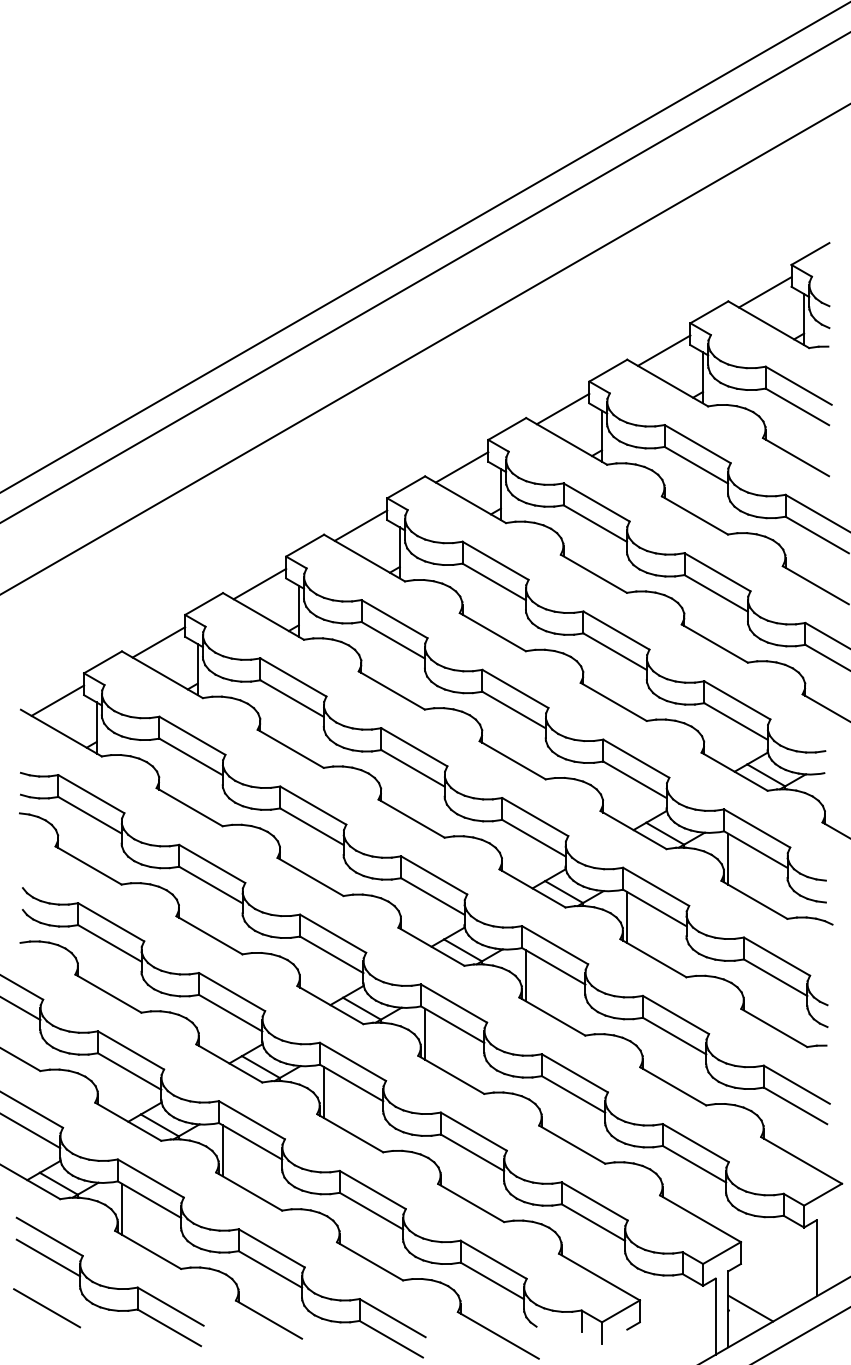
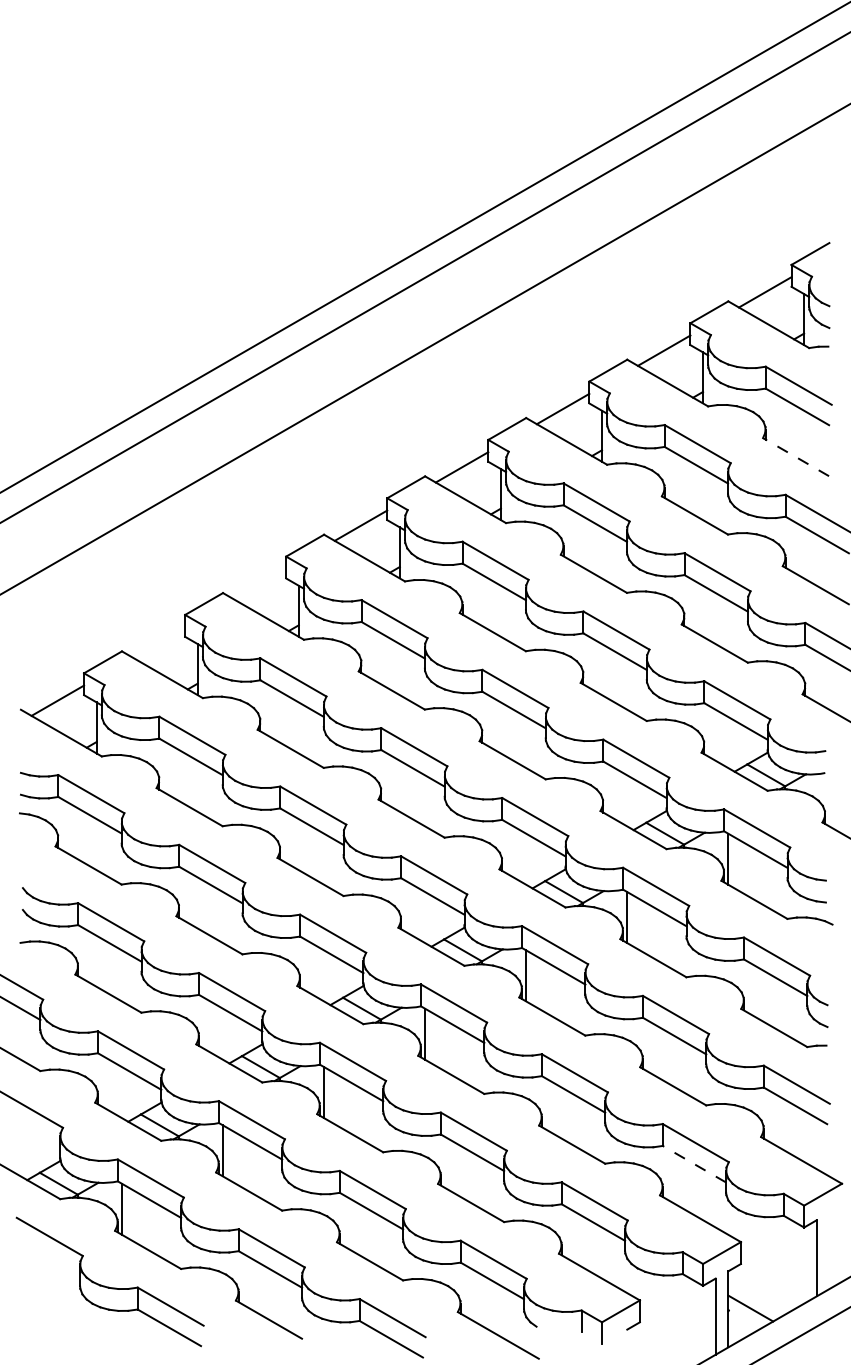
line at (795, 456): solid -> dashed
line at (259, 583): present -> none
line at (158, 642): present -> none
line at (31, 1131): present -> none
line at (694, 1164): solid -> dashed
line at (48, 1257): present -> none
line at (46, 1308): present -> none
